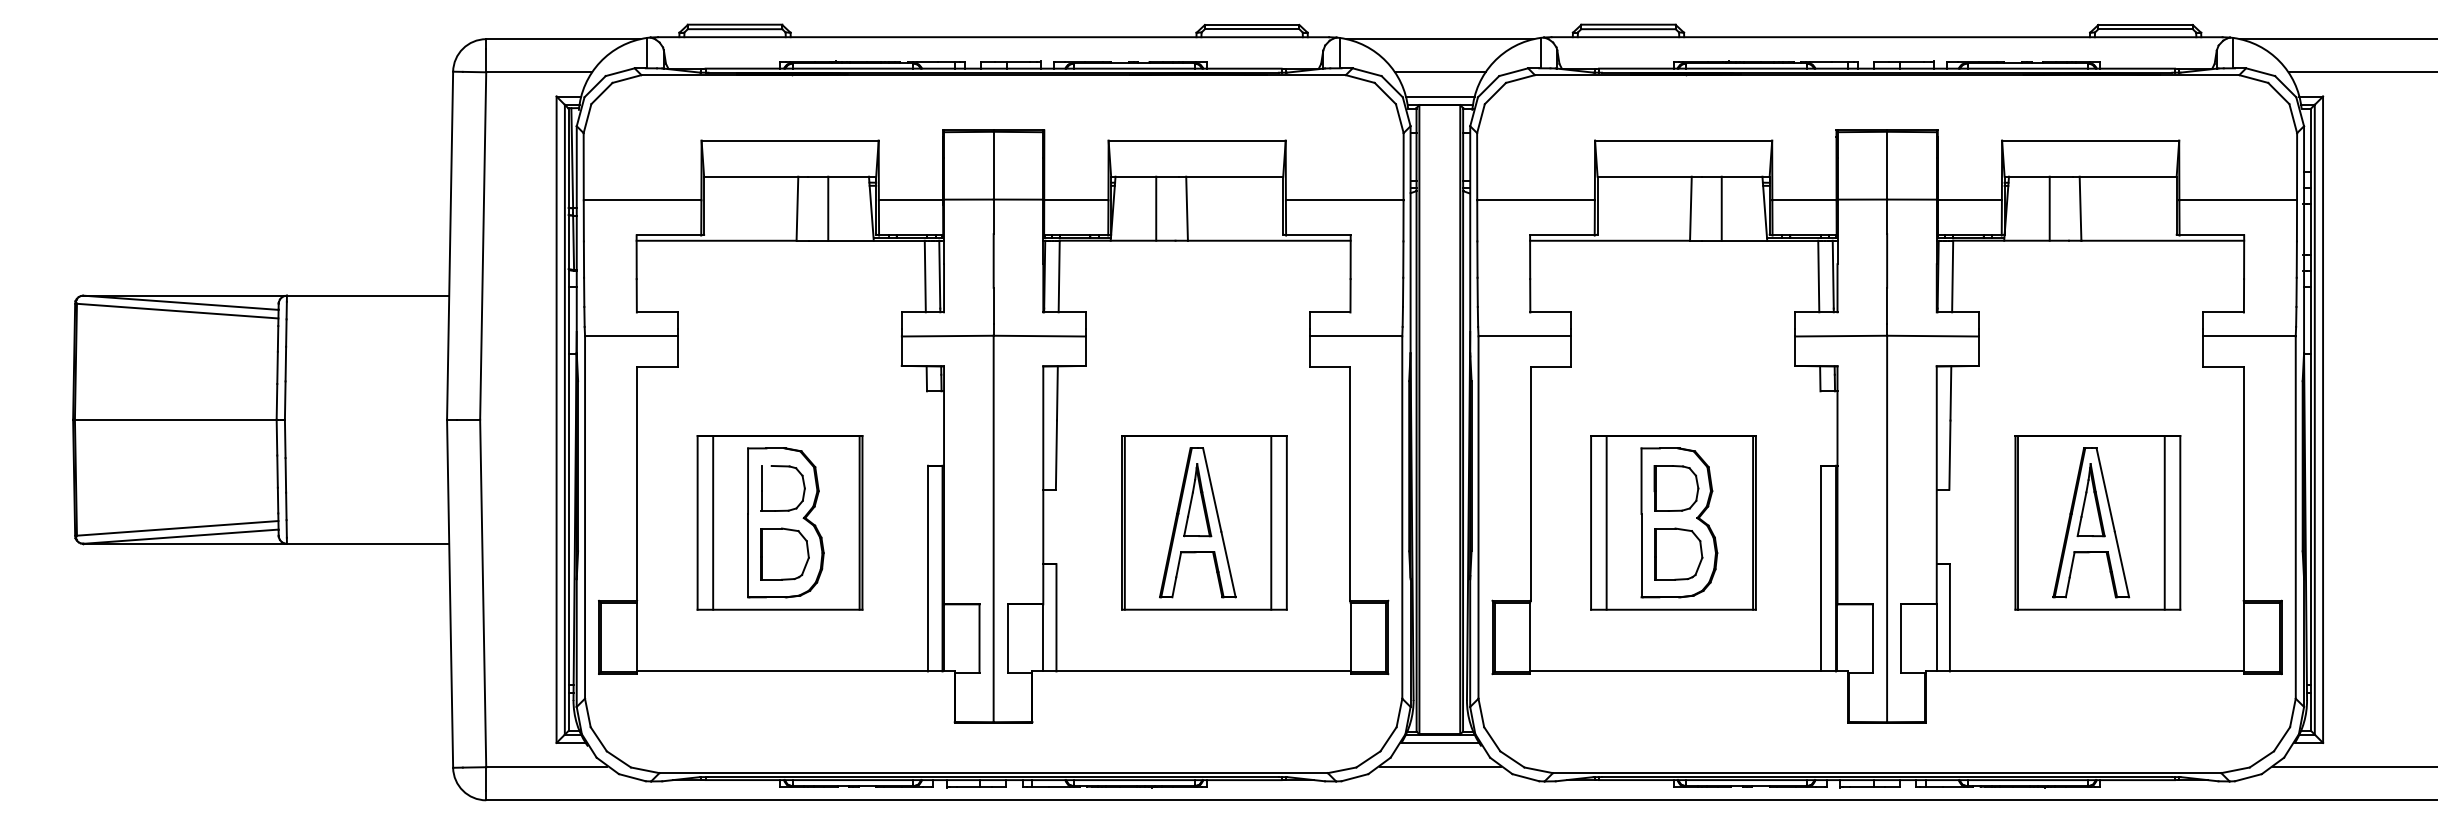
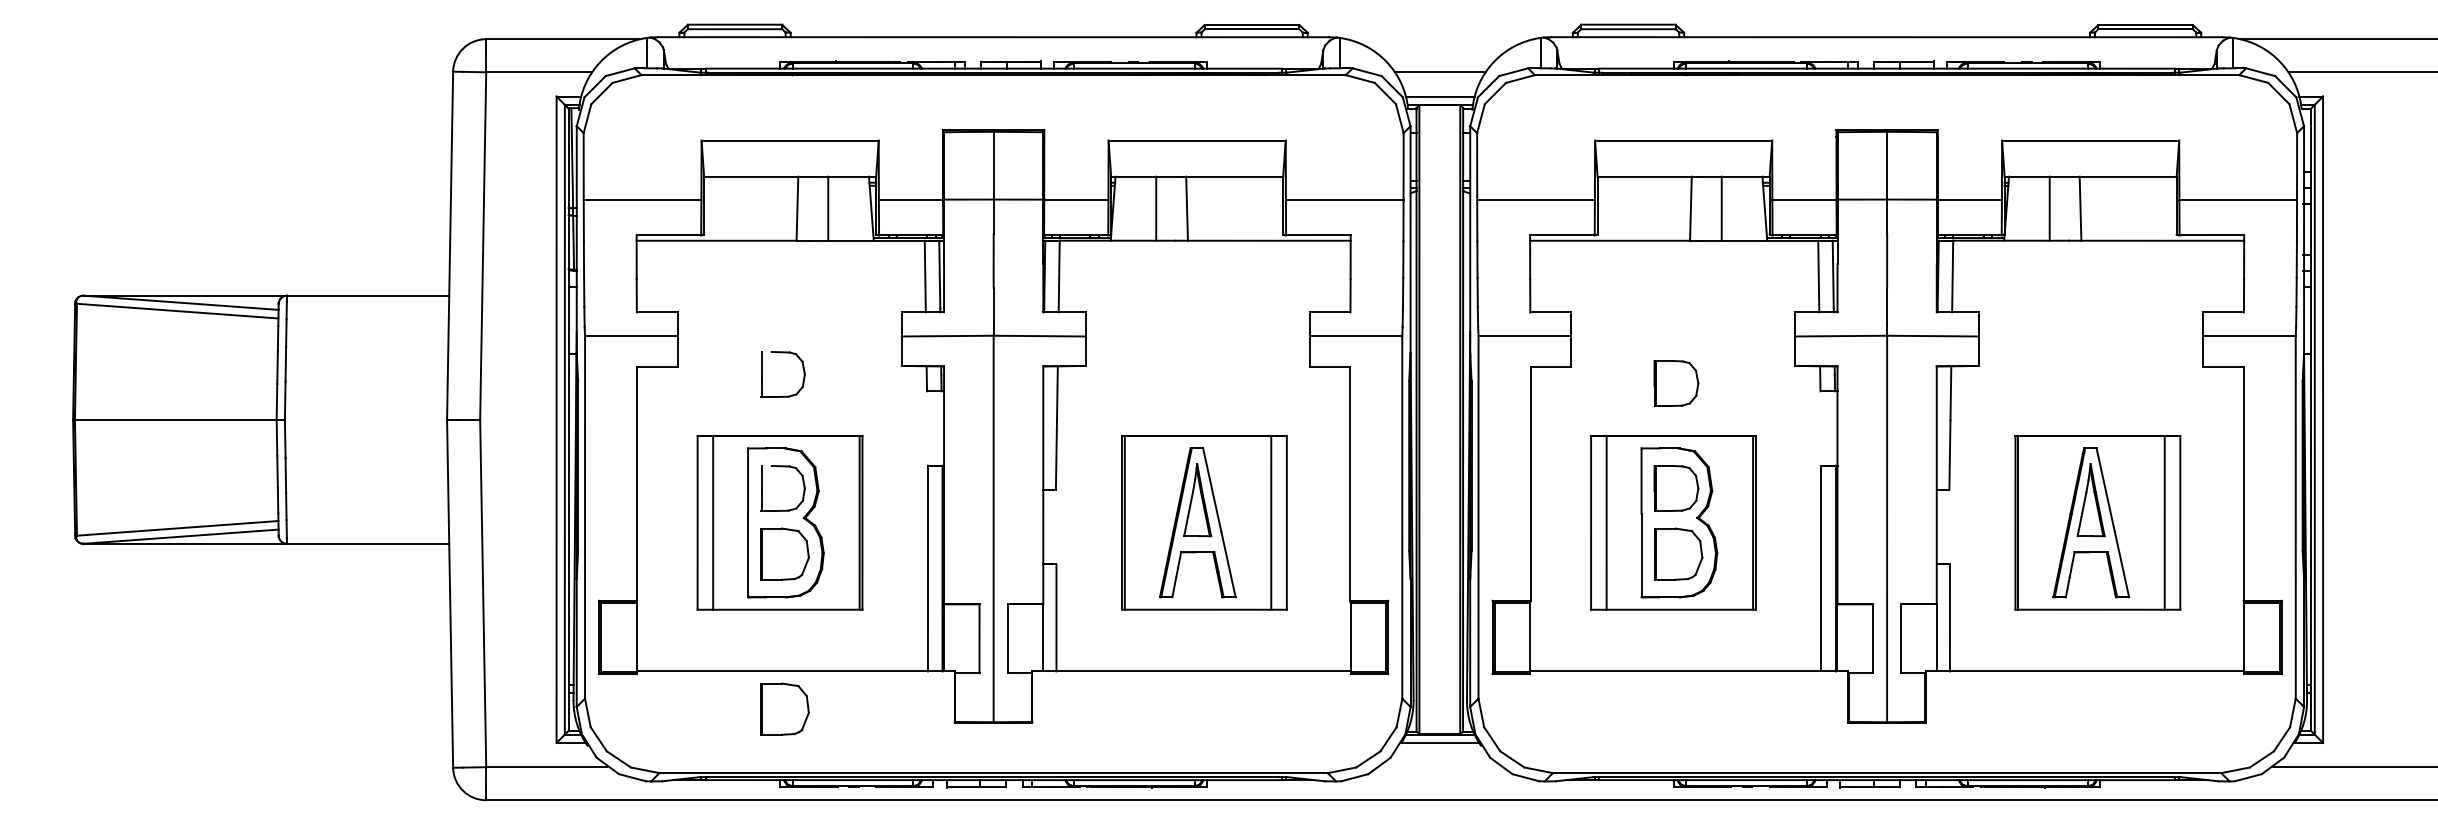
line at (1439, 39): present -> none
part at (762, 374): none -> present
part at (1676, 383): none -> present
part at (784, 708): none -> present
line at (1439, 767): present -> none
